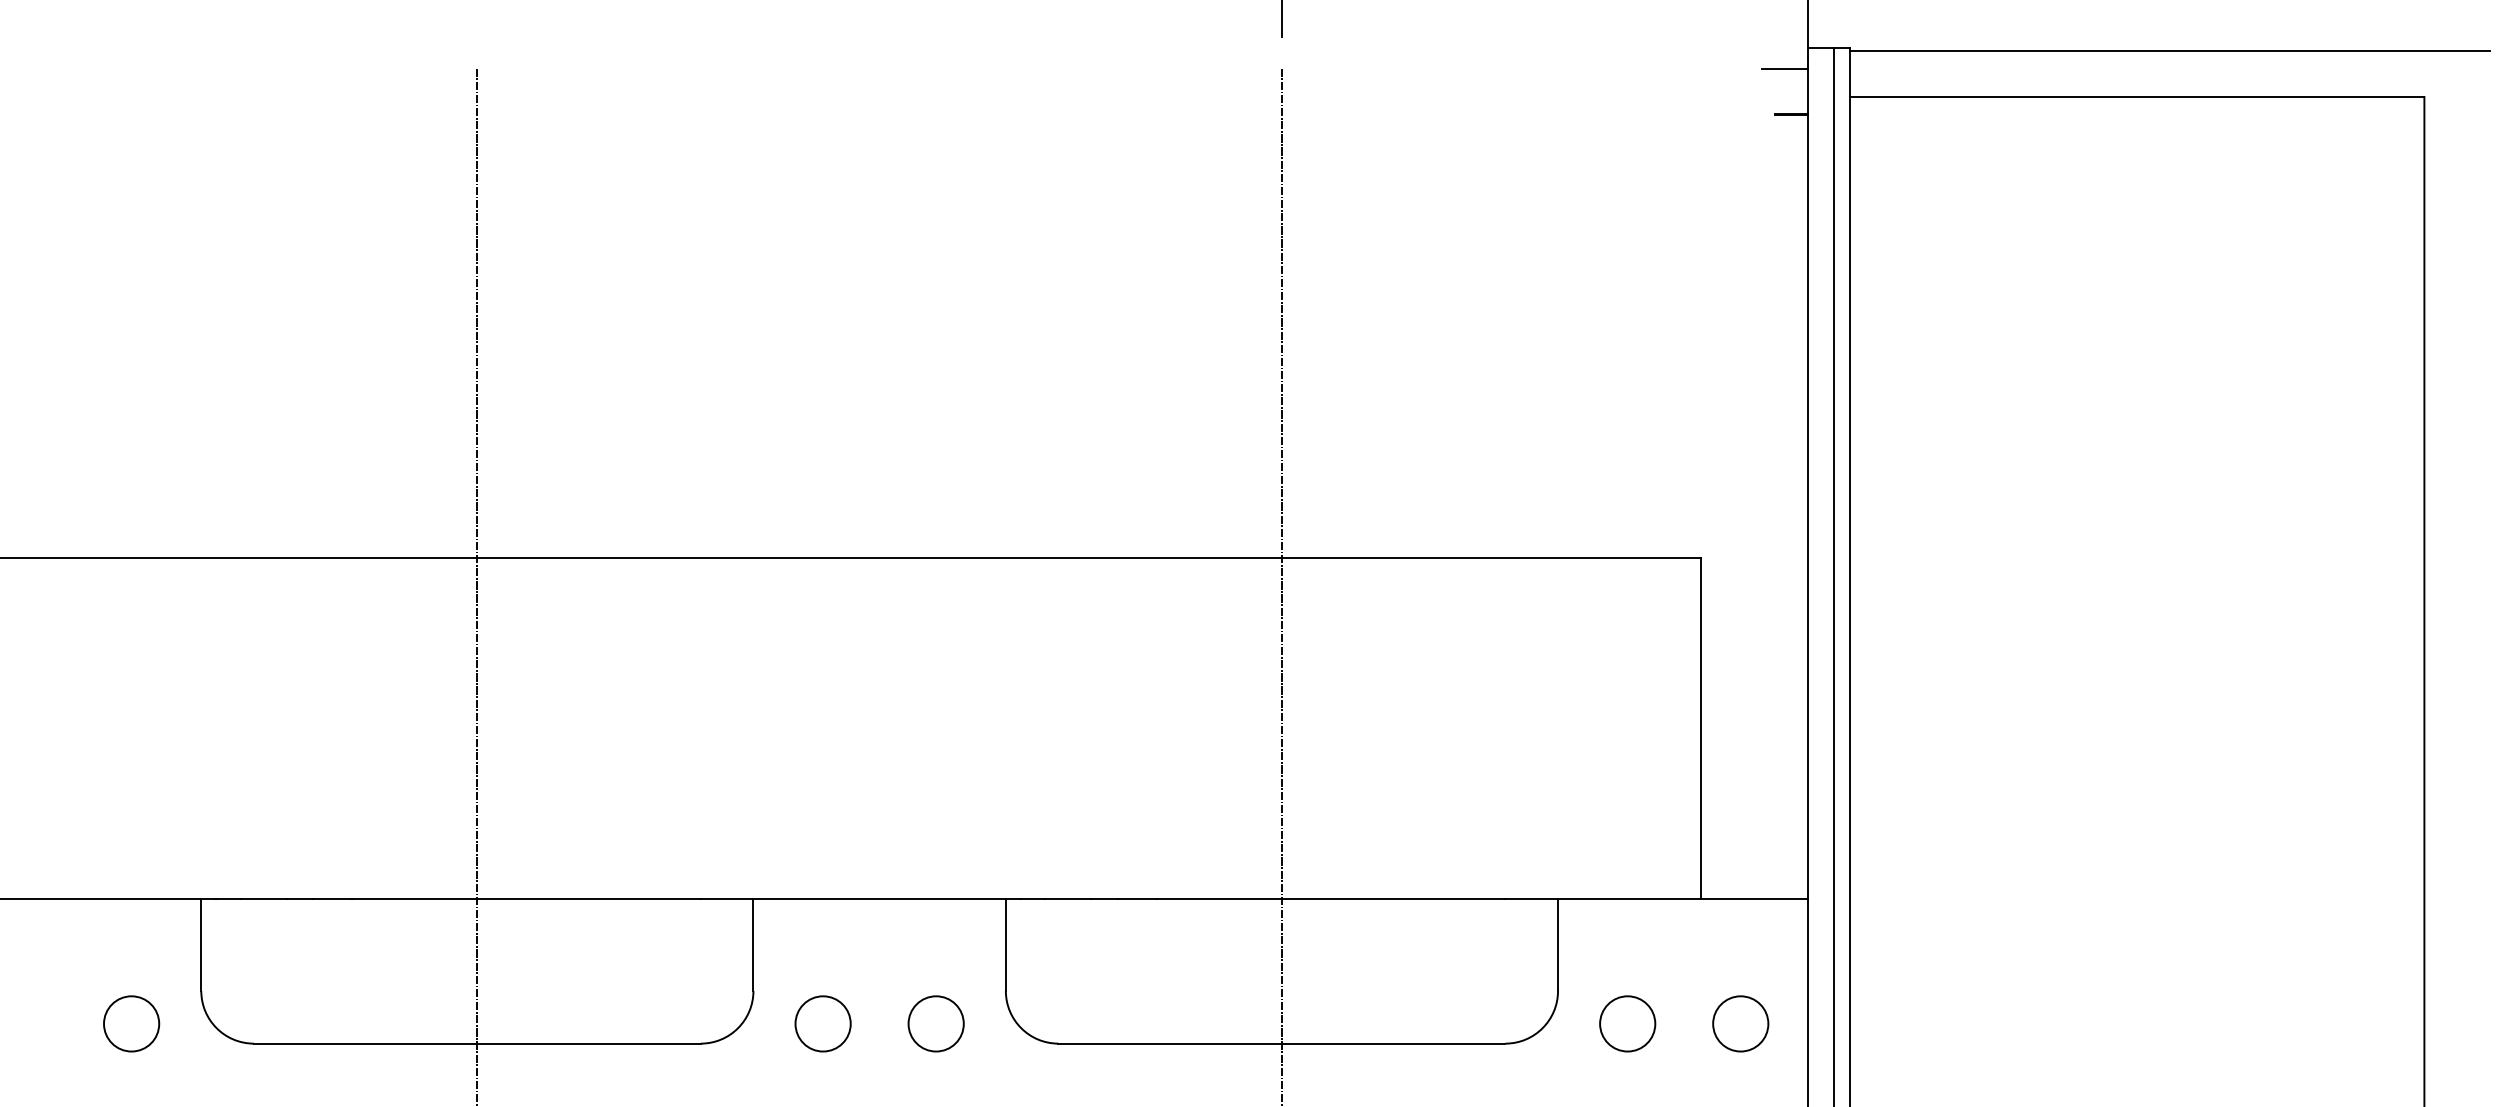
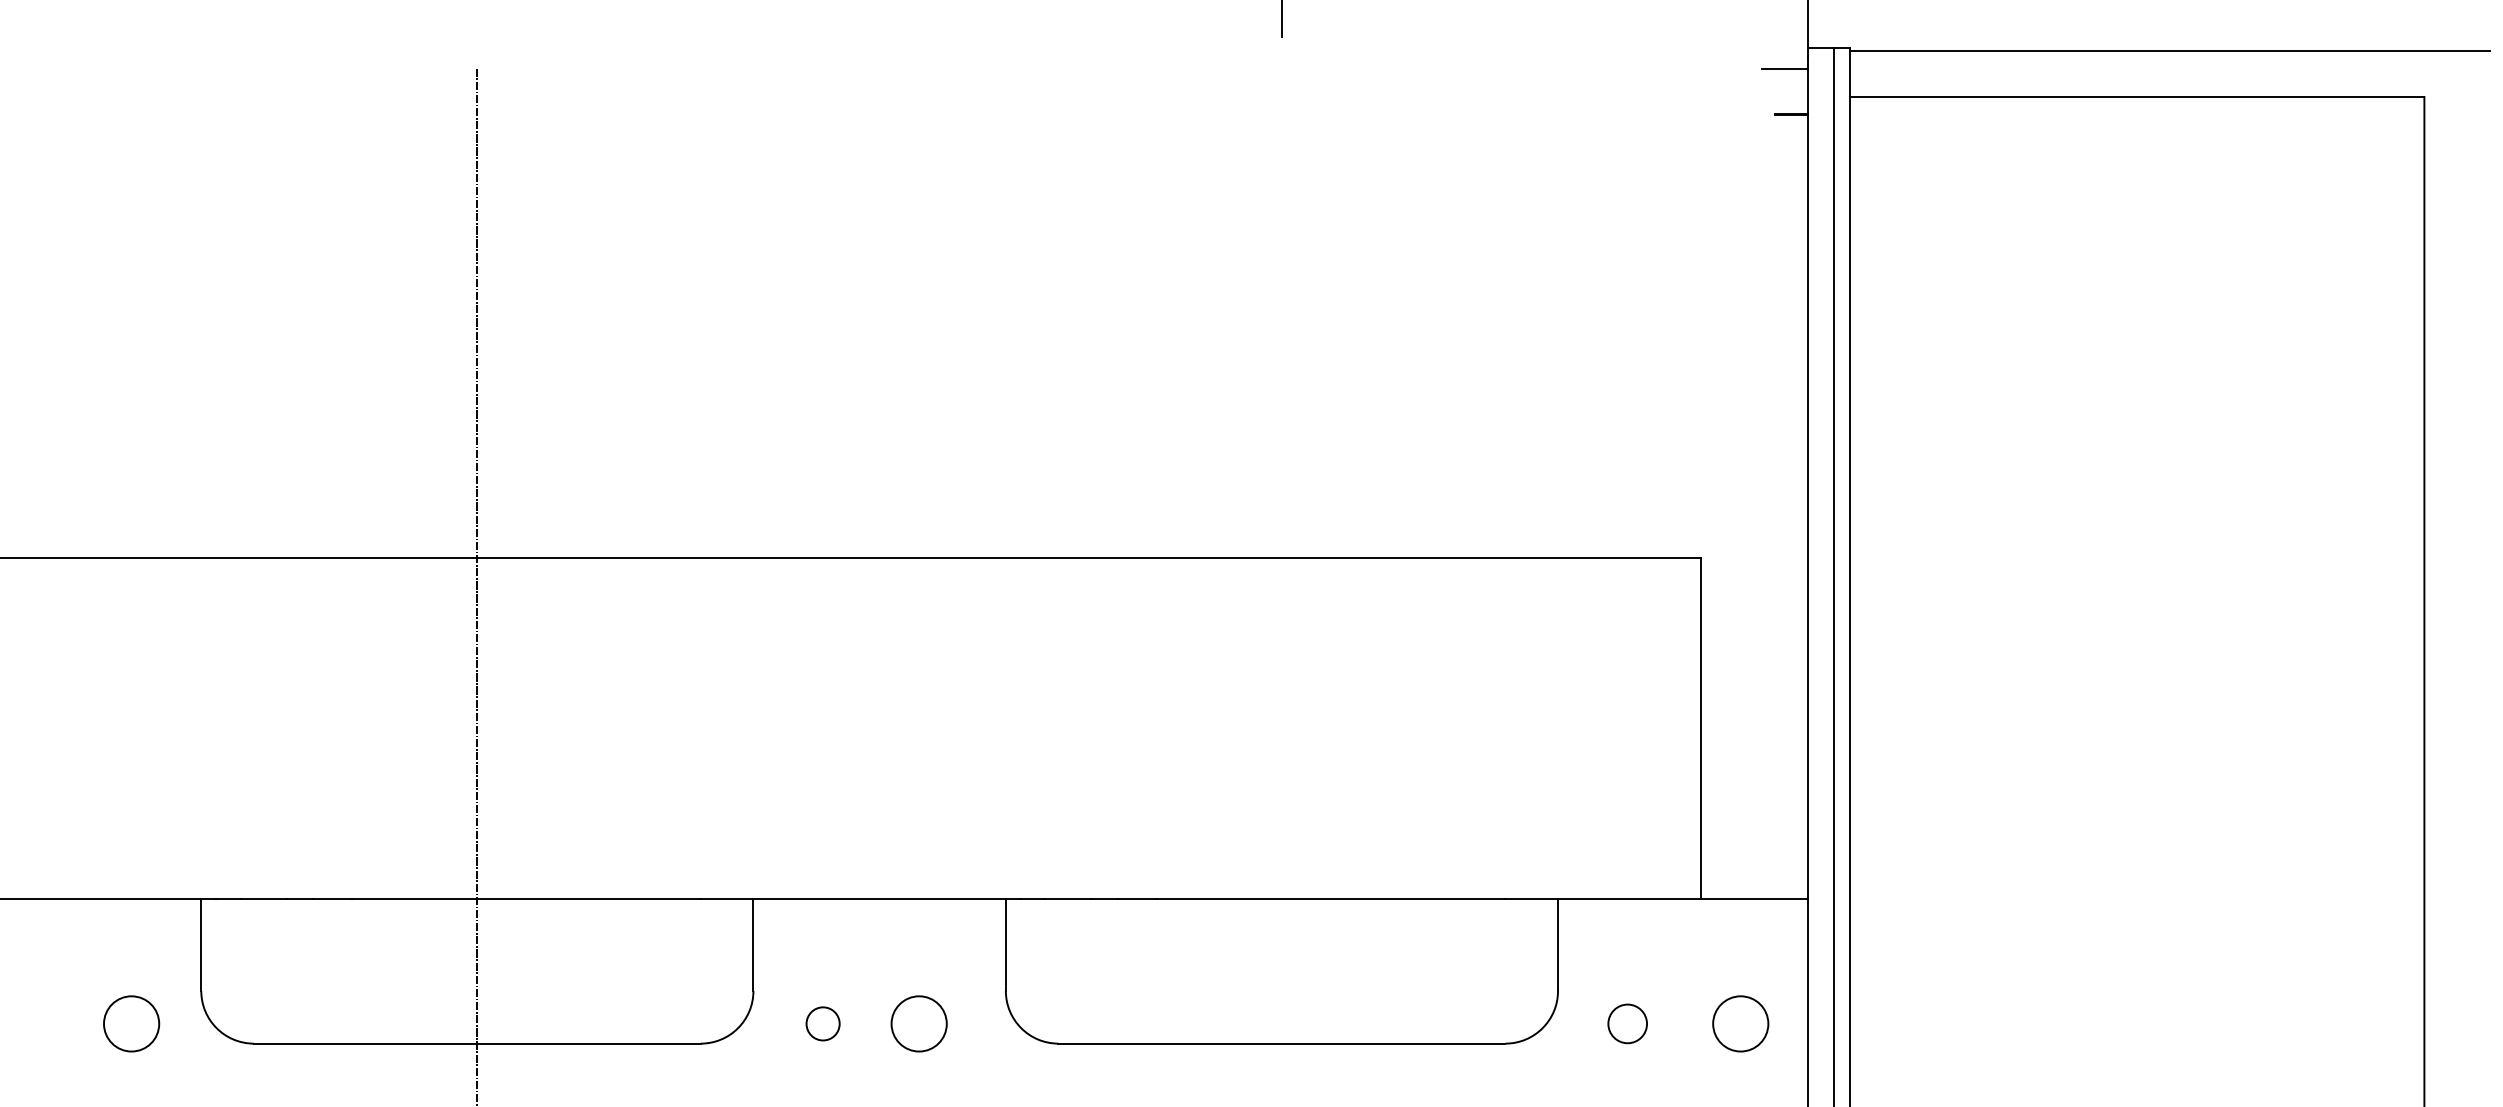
line at (1281, 585): present -> none
circle at (822, 1023) diameter: 55 px -> 33 px
circle at (935, 1023) position: (935, 1023) -> (918, 1023)
circle at (1627, 1023) diameter: 55 px -> 39 px
